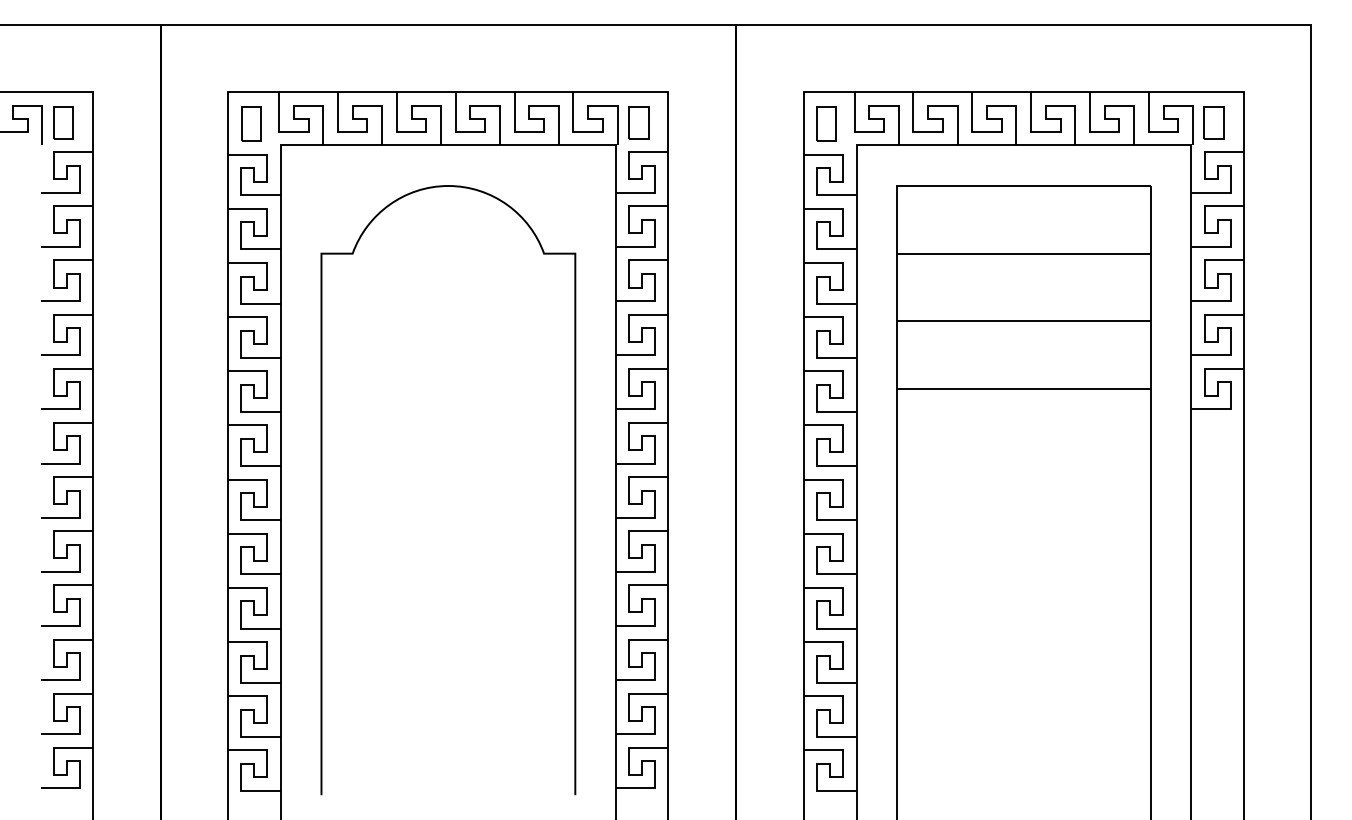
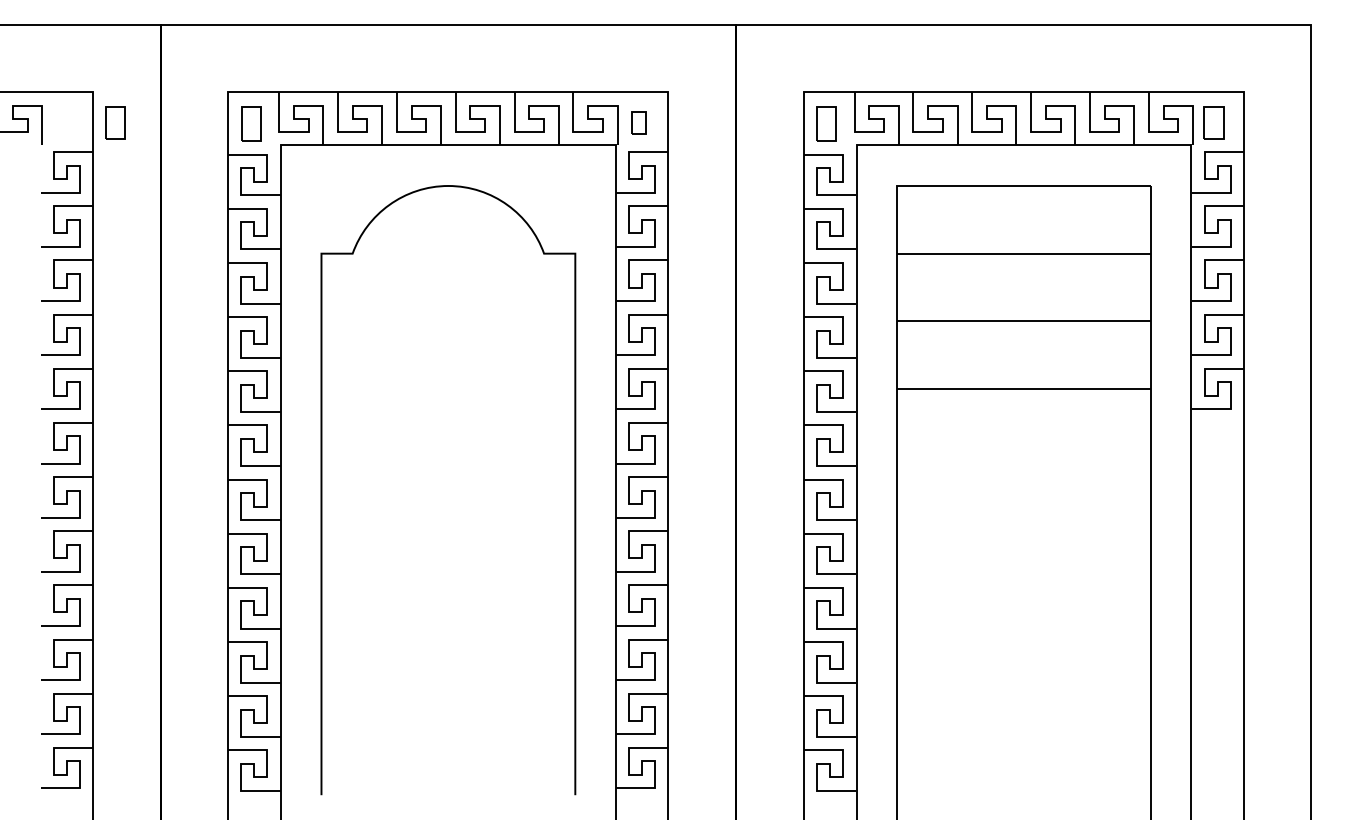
part at (63, 122) position: (63, 122) -> (115, 122)
part at (638, 122) size: 22x34 px -> 16x24 px
